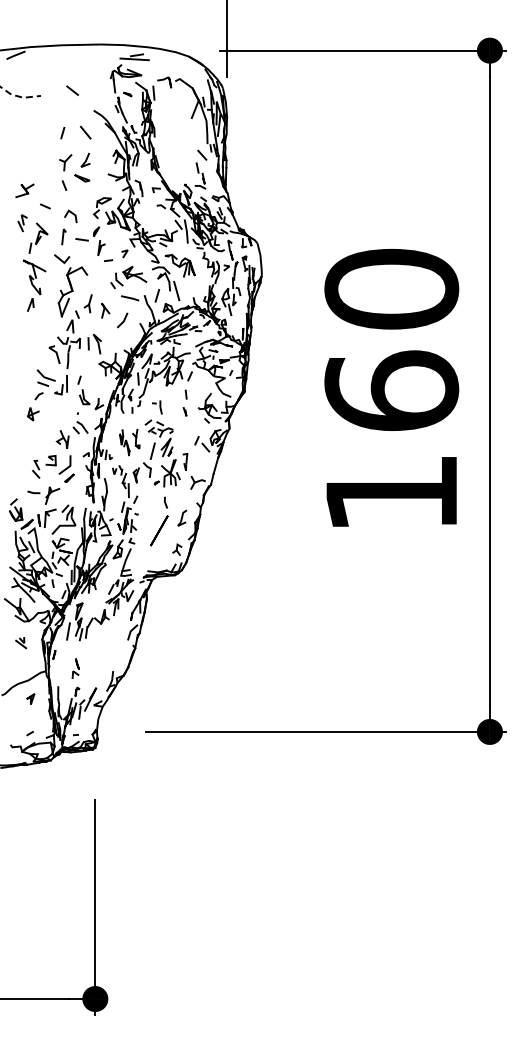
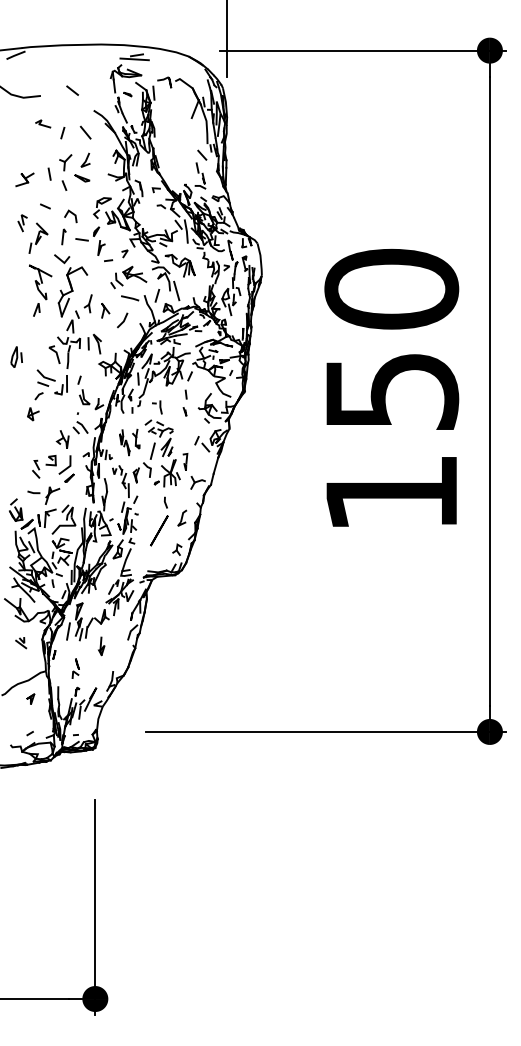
line at (19, 96): dashed -> solid
part at (43, 123): none -> present
line at (49, 173): none -> present
part at (24, 190) position: (24, 190) -> (24, 179)
part at (34, 285) position: (34, 285) -> (40, 290)
part at (16, 356): none -> present
text at (391, 390): 160 -> 150
part at (101, 646): none -> present
